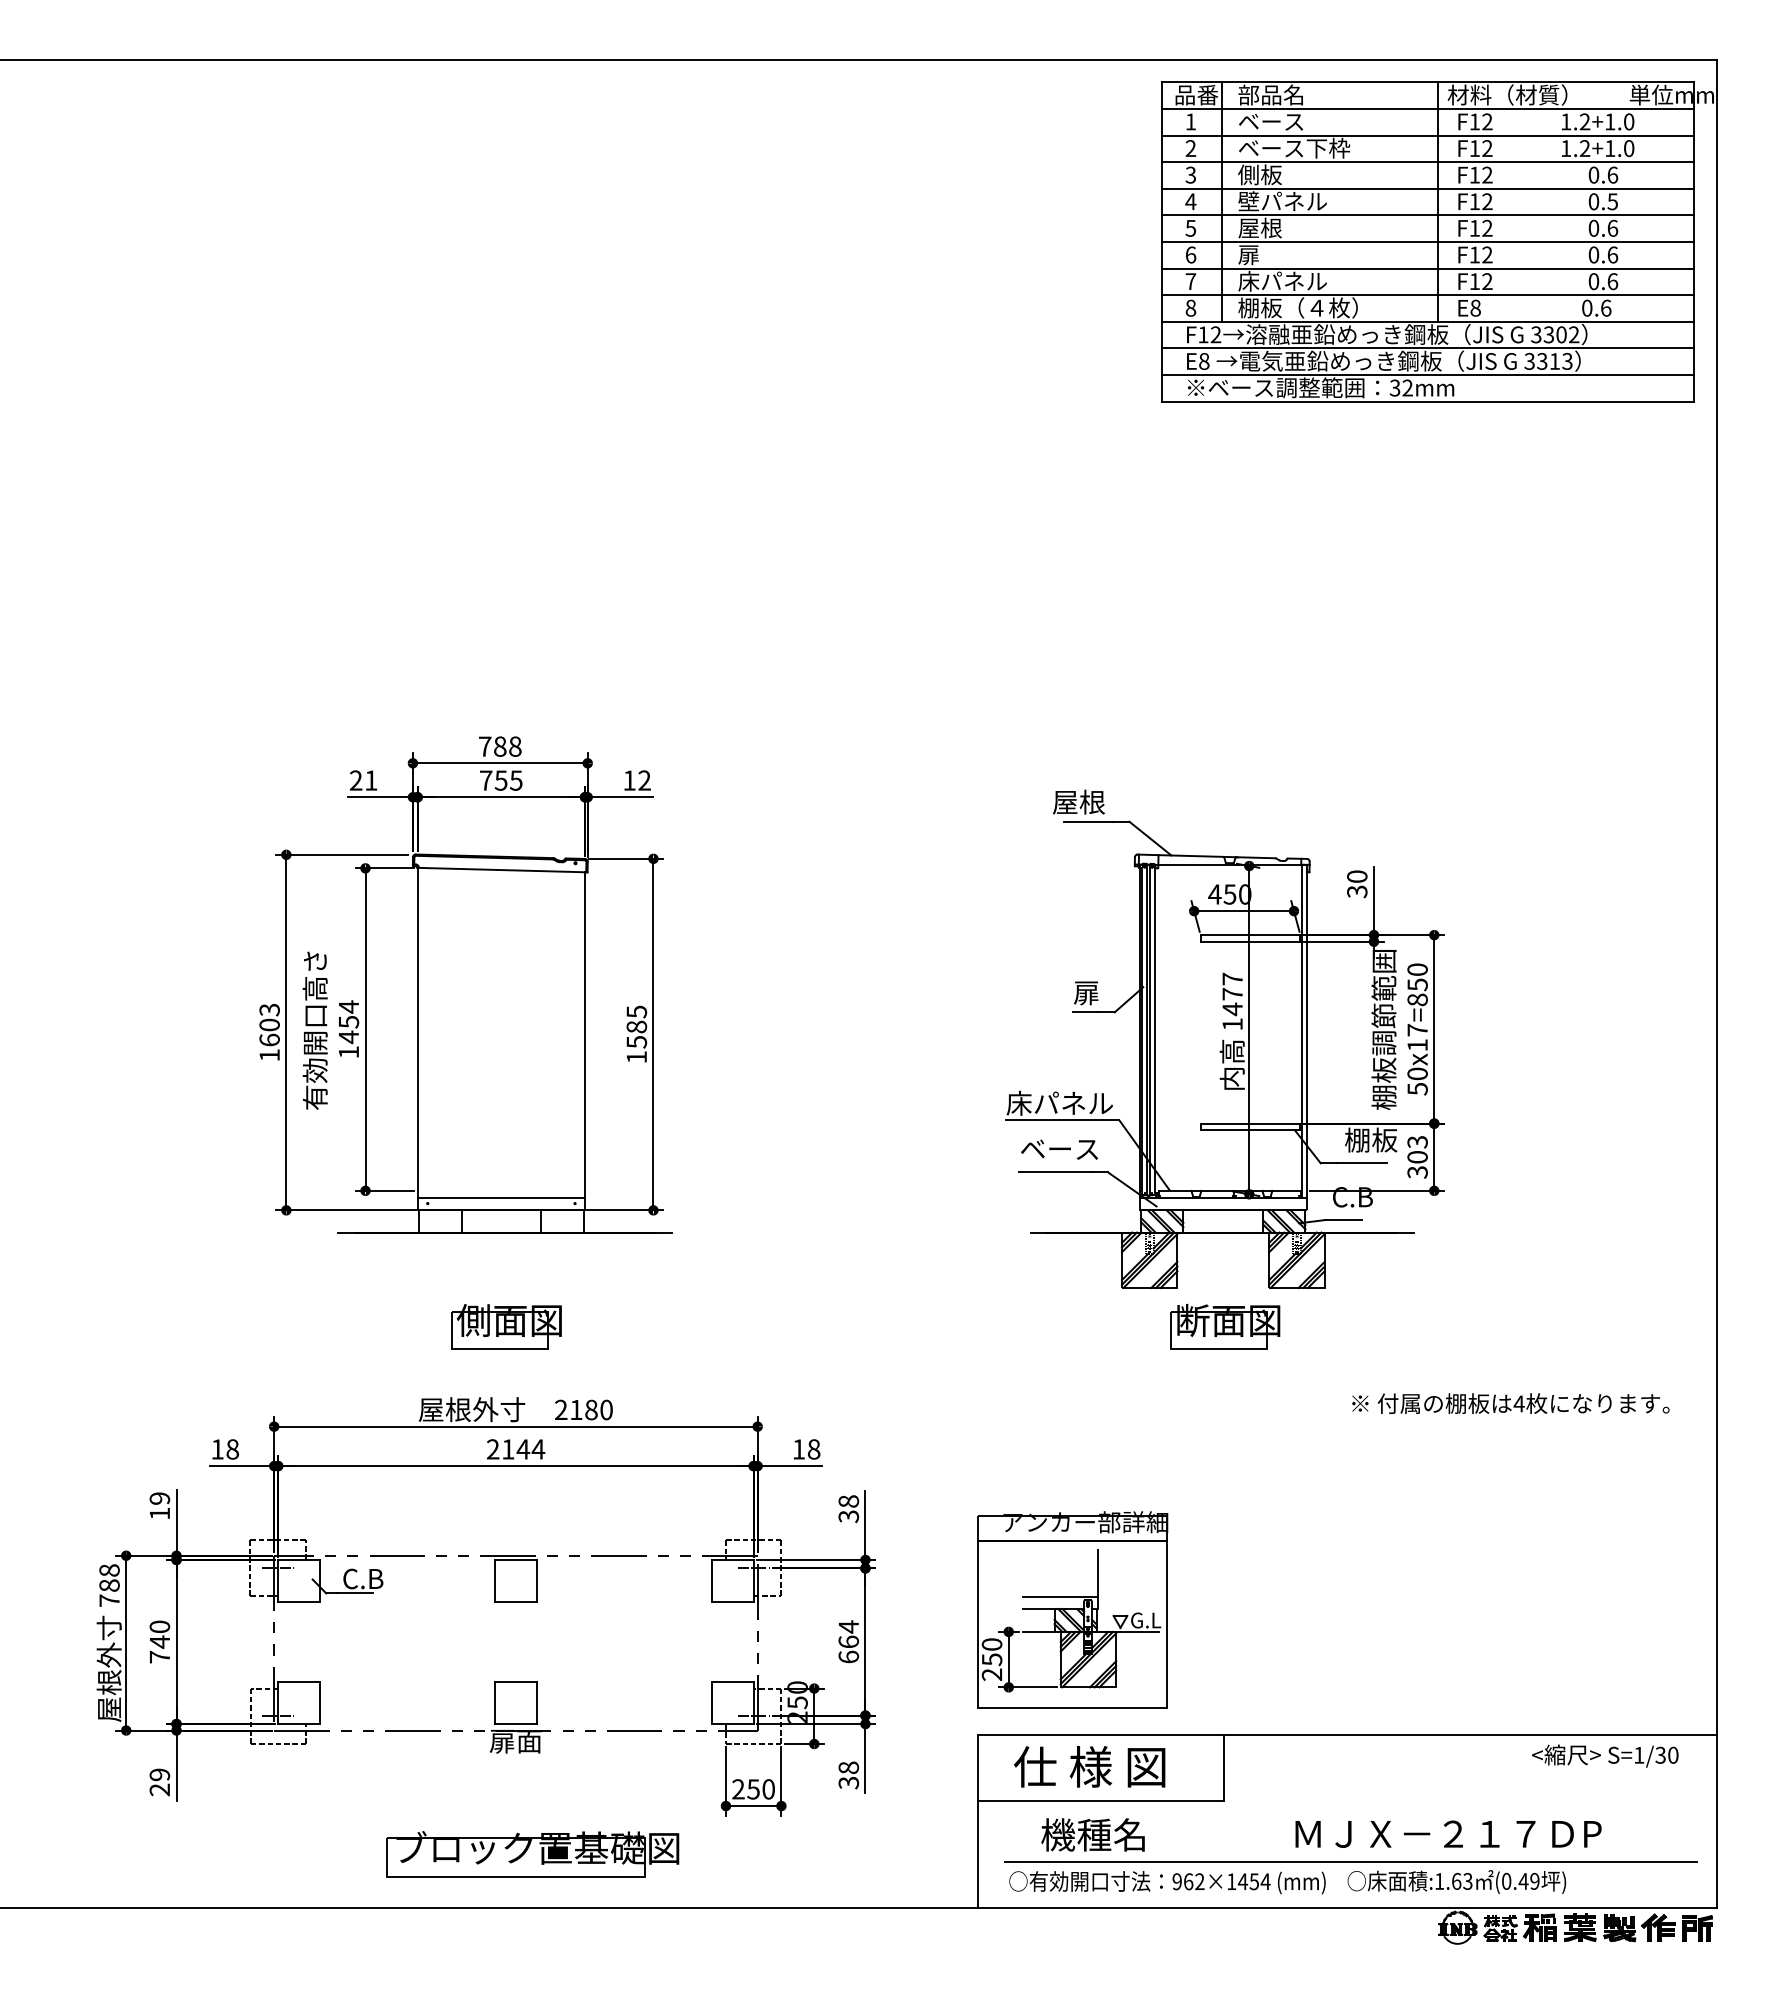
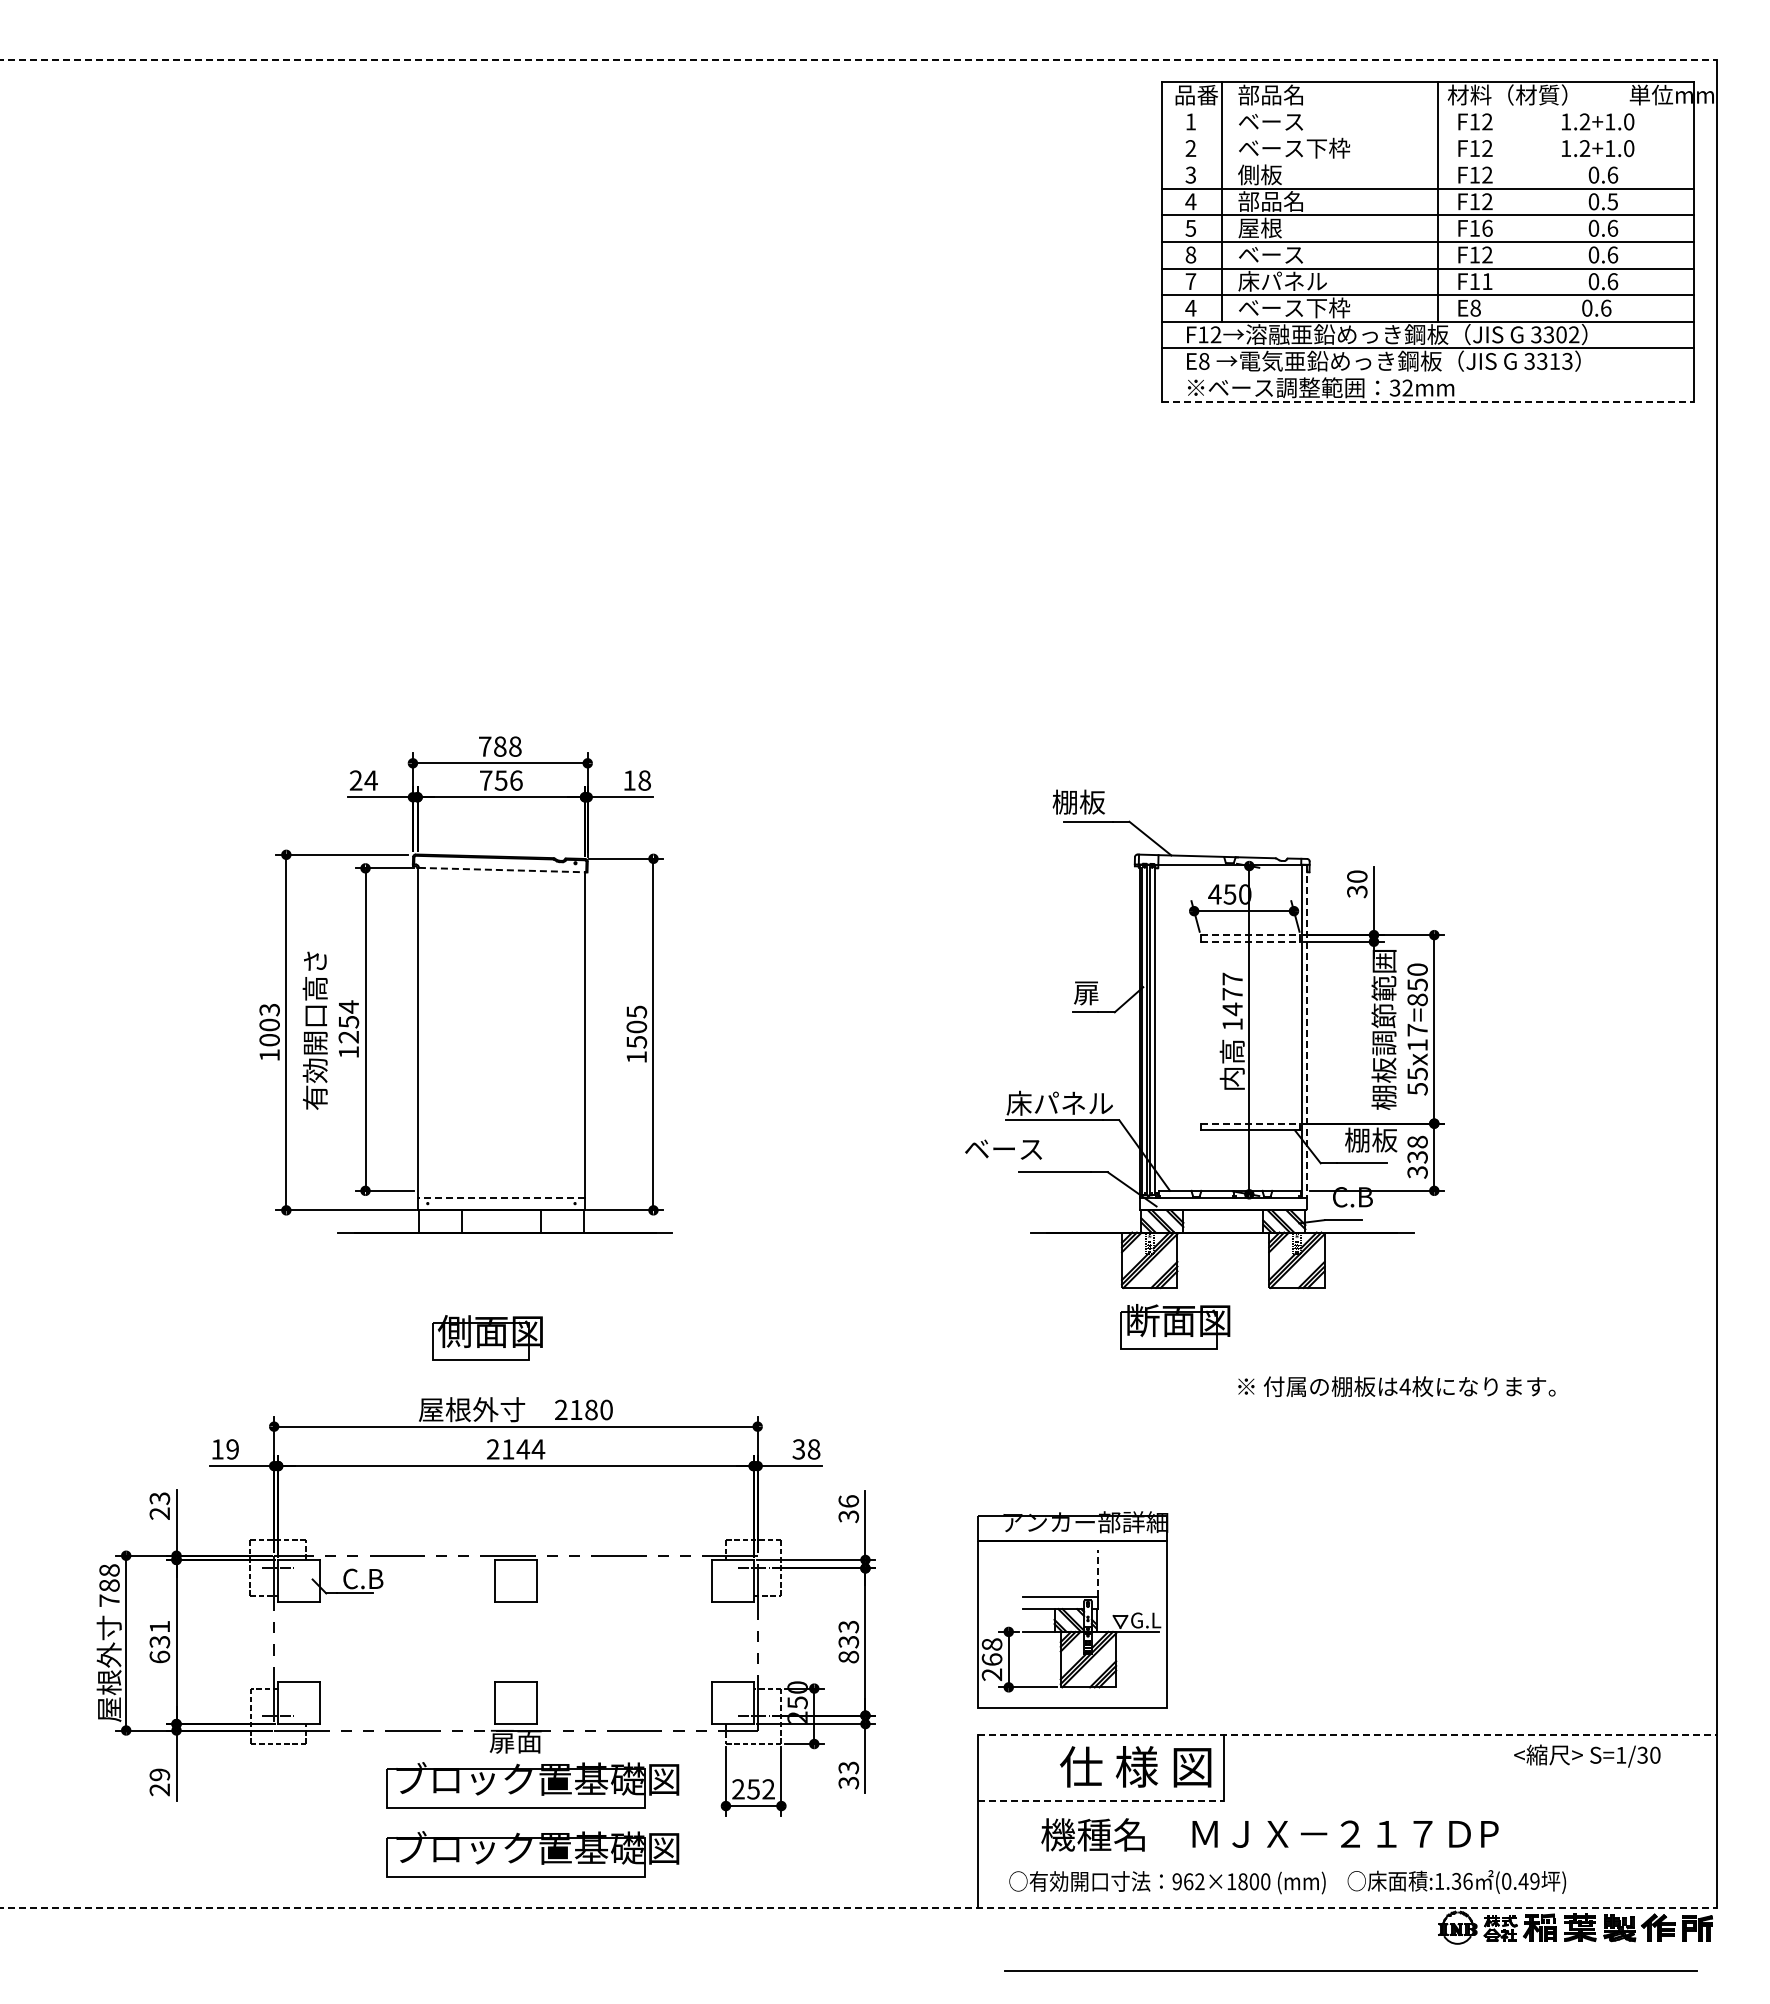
line at (858, 60): solid -> dashed
line at (1428, 108): present -> none
line at (1428, 135): present -> none
line at (1428, 162): present -> none
text at (1282, 201): 壁パネル -> 部品名
text at (1487, 227): F12 -> F16
text at (1190, 254): 6 -> 8
text at (1270, 255): 扉 -> ベース
text at (1487, 281): F12 -> F11
text at (1190, 307): 8 -> 4
text at (1297, 307): 棚板（４枚） -> ベース下枠
line at (1428, 375): present -> none
line at (1428, 401): solid -> dashed
text at (370, 780): 21 -> 24
text at (515, 780): 755 -> 756
text at (644, 780): 12 -> 18
text at (1078, 801): 屋根 -> 棚板
line at (503, 870): solid -> dashed
line at (1250, 935): solid -> dashed
line at (1250, 941): solid -> dashed
text at (636, 1026): 1585 -> 1505
line at (1306, 1031): solid -> dashed
text at (348, 1037): 1454 -> 1254
text at (269, 1039): 1603 -> 1003
text at (1417, 1073): 50x17=850 -> 55x17=850
line at (1250, 1123): solid -> dashed
text at (1059, 1149) position: (1059, 1149) -> (1003, 1149)
text at (1417, 1149): 303 -> 338
line at (501, 1197): solid -> dashed
part at (506, 1326) position: (506, 1326) -> (487, 1337)
part at (1225, 1326) position: (1225, 1326) -> (1175, 1326)
text at (1510, 1403) position: (1510, 1403) -> (1396, 1386)
text at (232, 1449): 18 -> 19
text at (798, 1449): 18 -> 38
text at (848, 1501): 38 -> 36
text at (159, 1505): 19 -> 23
line at (1098, 1573): solid -> dashed
text at (159, 1641): 740 -> 631
text at (848, 1641): 664 -> 833
text at (991, 1652): 250 -> 268
line at (1347, 1734): solid -> dashed
text at (1605, 1755) position: (1605, 1755) -> (1587, 1755)
text at (1089, 1766) position: (1089, 1766) -> (1135, 1766)
text at (848, 1767): 38 -> 33
part at (532, 1785): none -> present
text at (768, 1789): 250 -> 252
line at (1101, 1801): solid -> dashed
text at (1448, 1833) position: (1448, 1833) -> (1345, 1833)
line at (1350, 1861) position: (1350, 1861) -> (1350, 1970)
text at (1461, 1880): :1.63 -> :1.36
text at (1253, 1881): 962×1454 -> 962×1800
line at (858, 1907): solid -> dashed
